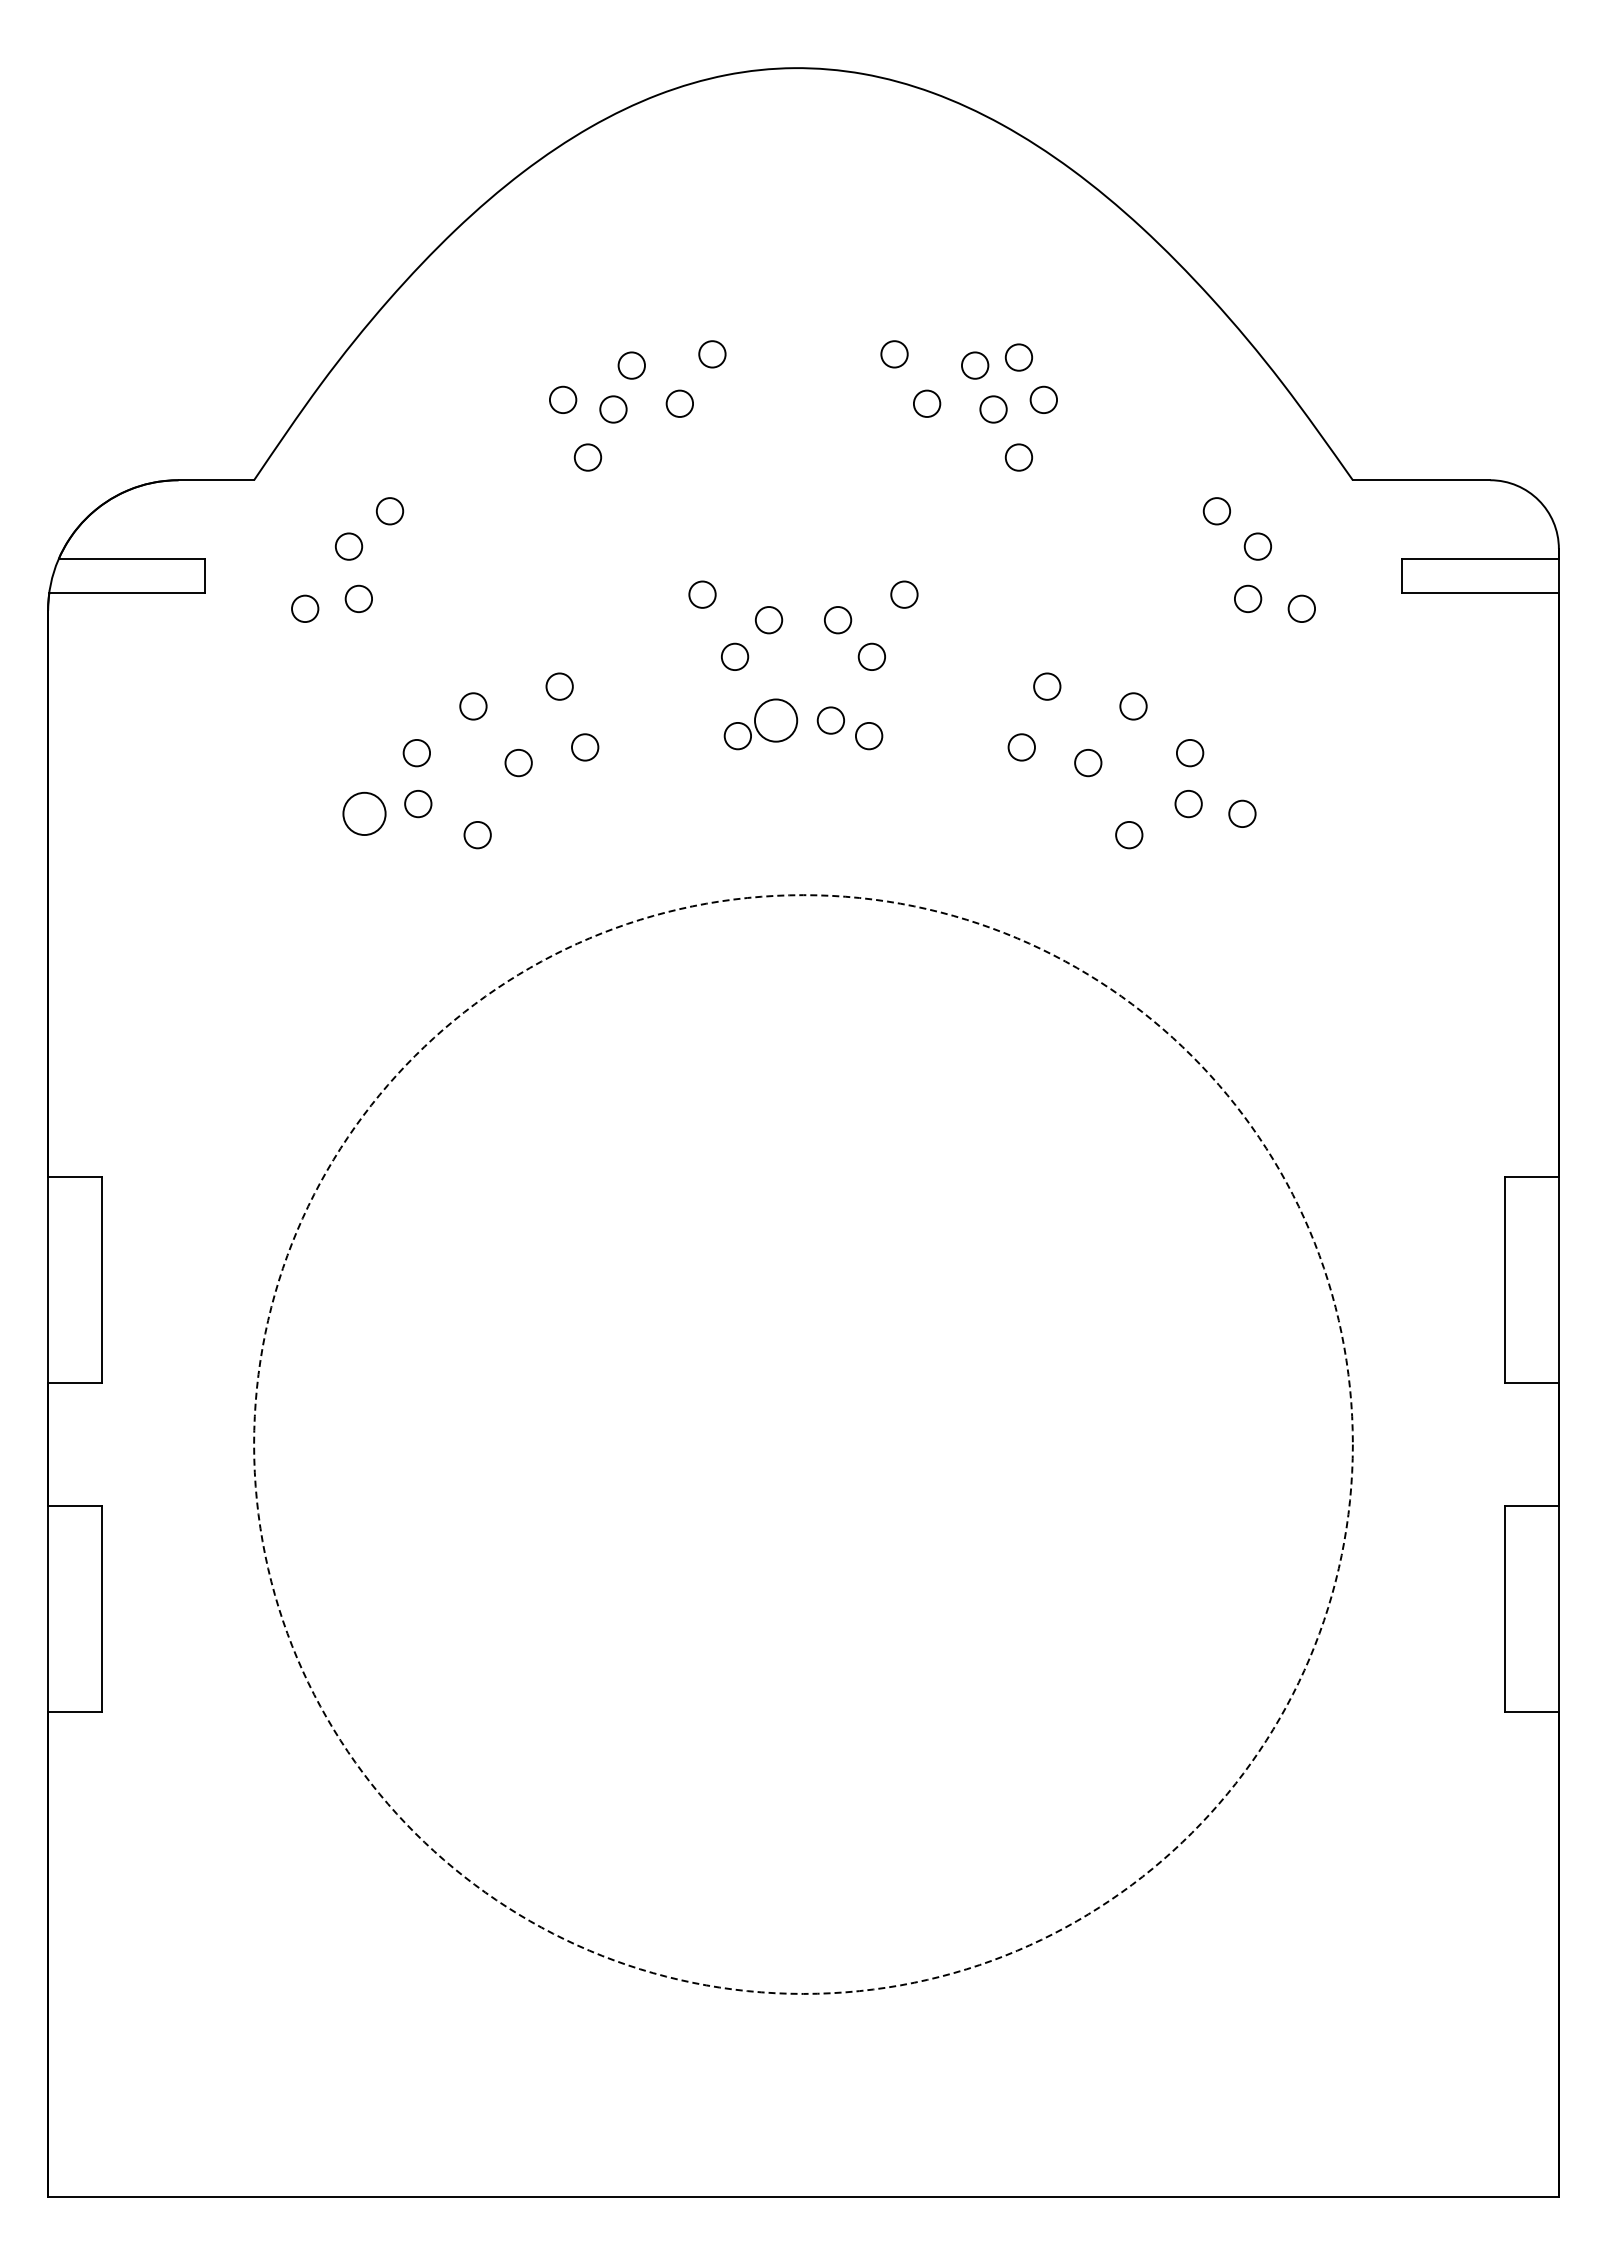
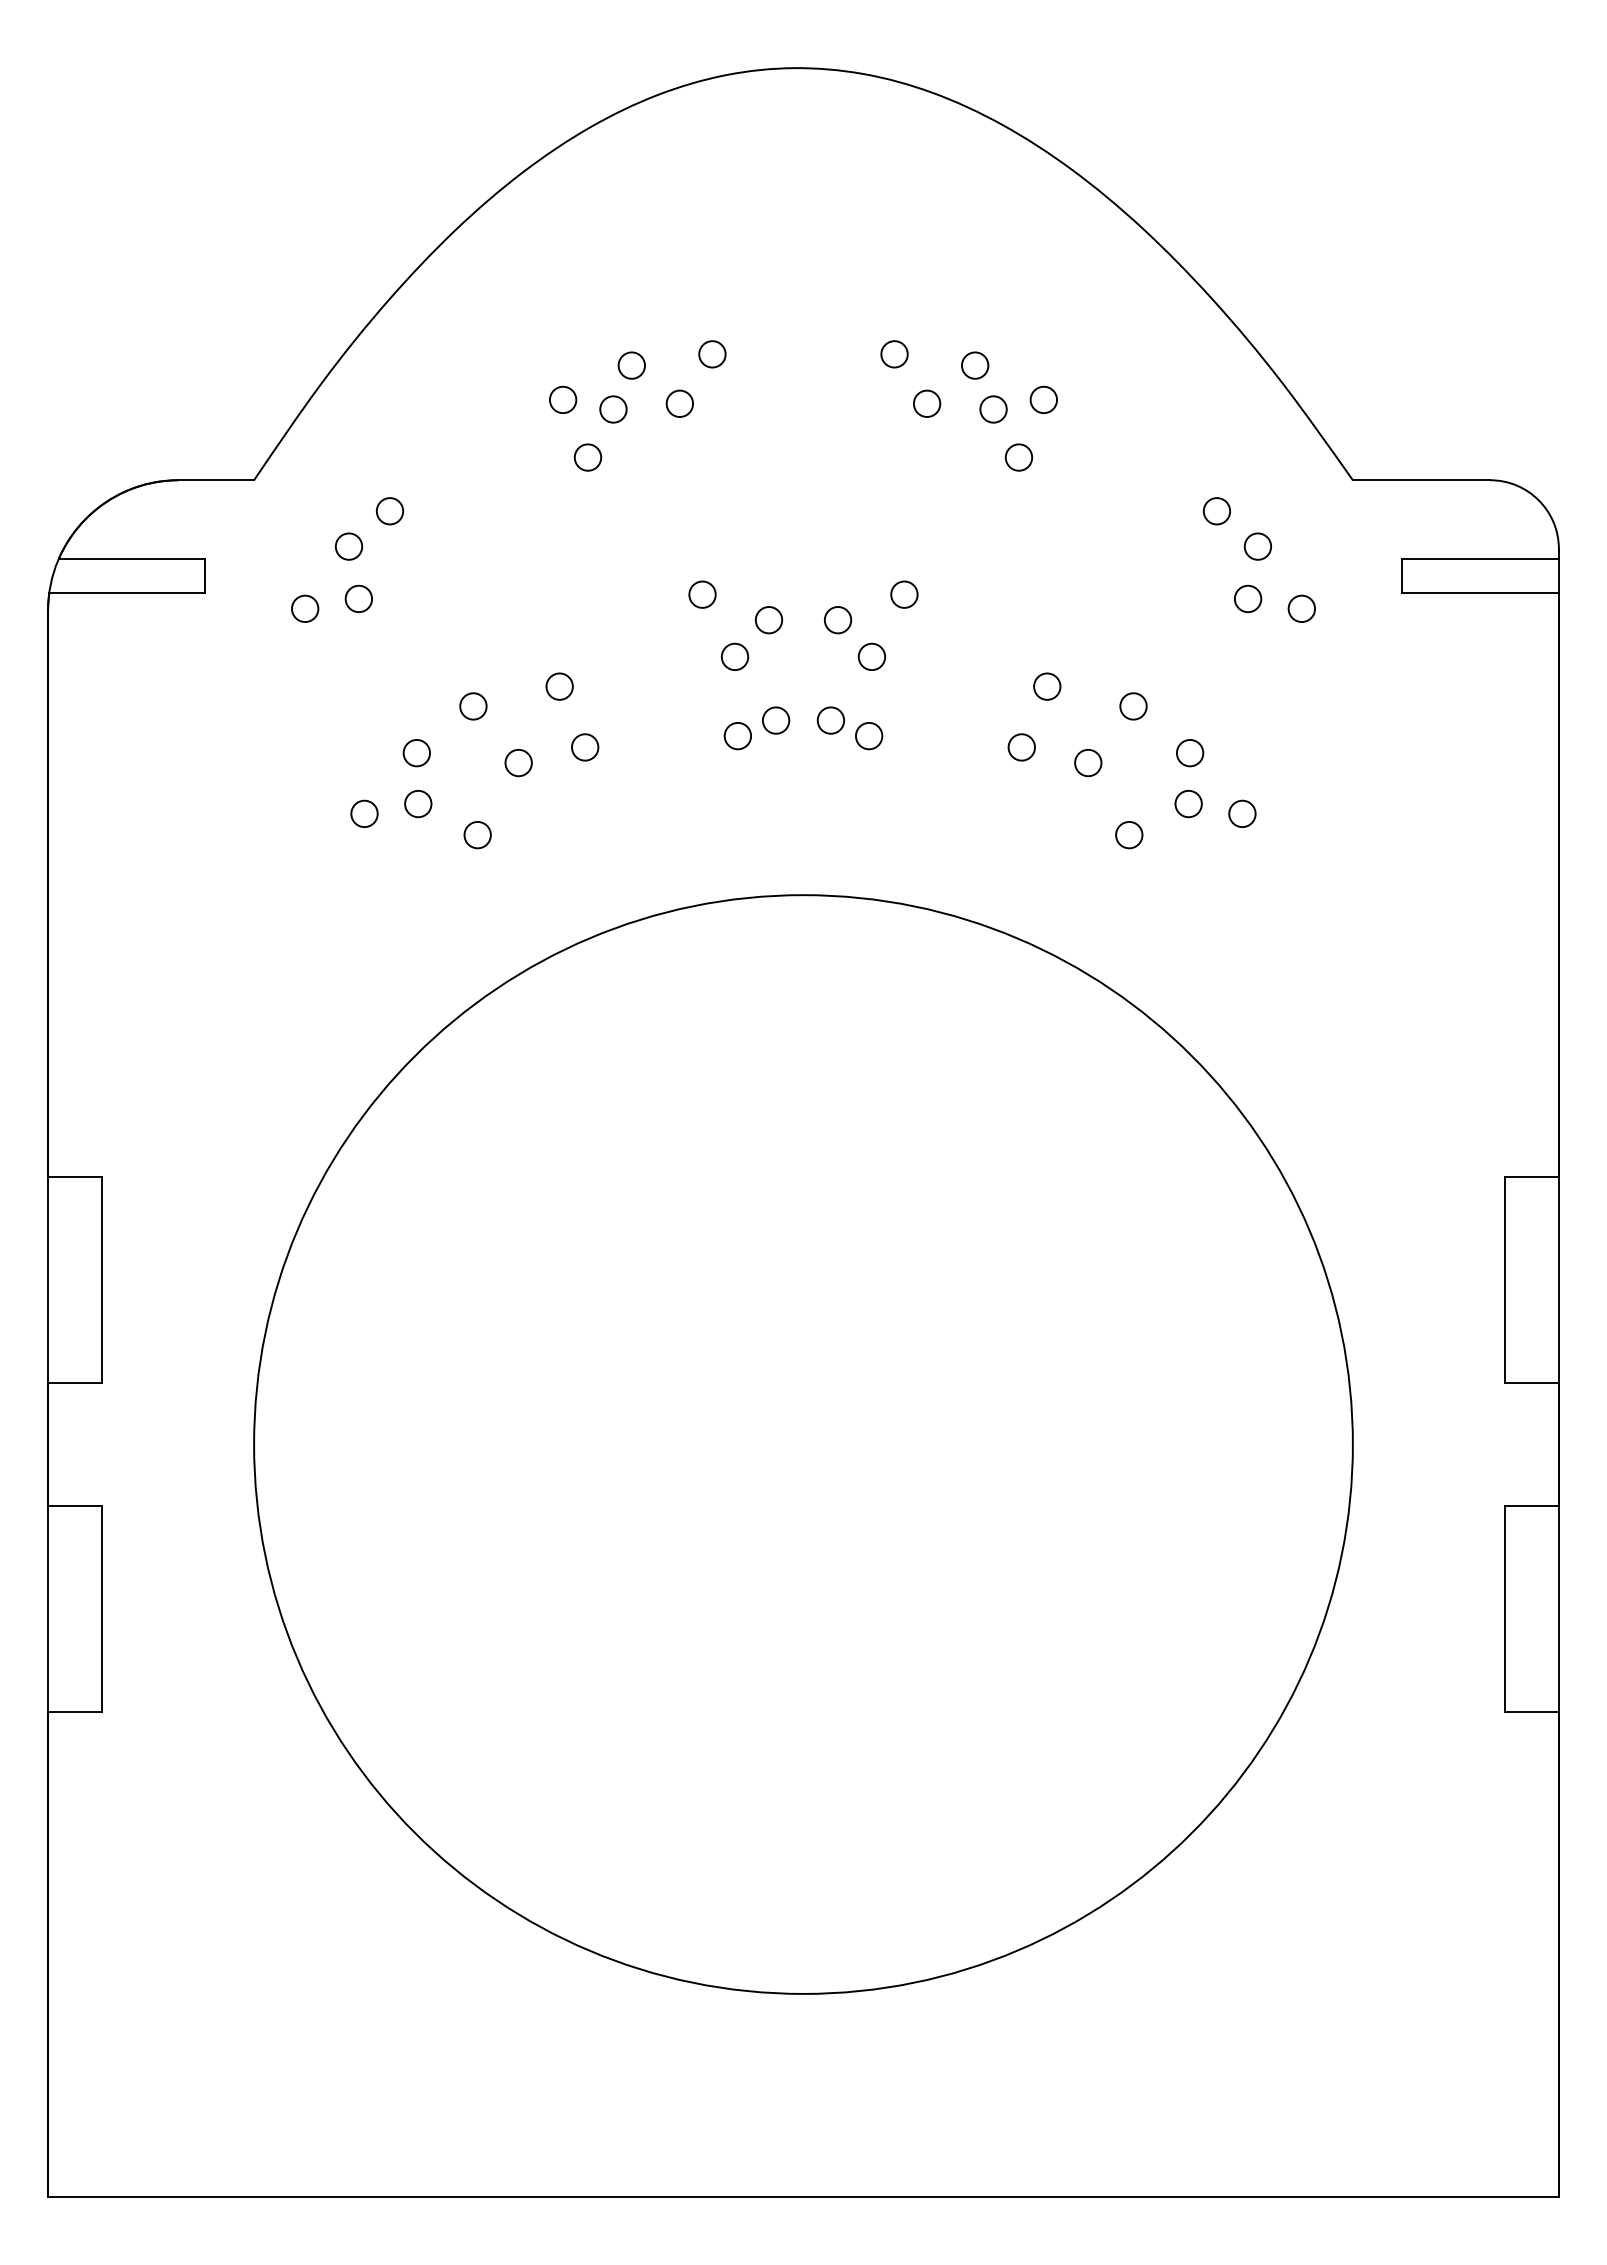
circle at (1018, 357): present -> none
circle at (775, 720) diameter: 42 px -> 26 px
circle at (364, 813) diameter: 42 px -> 26 px
circle at (803, 1444): dashed -> solid
